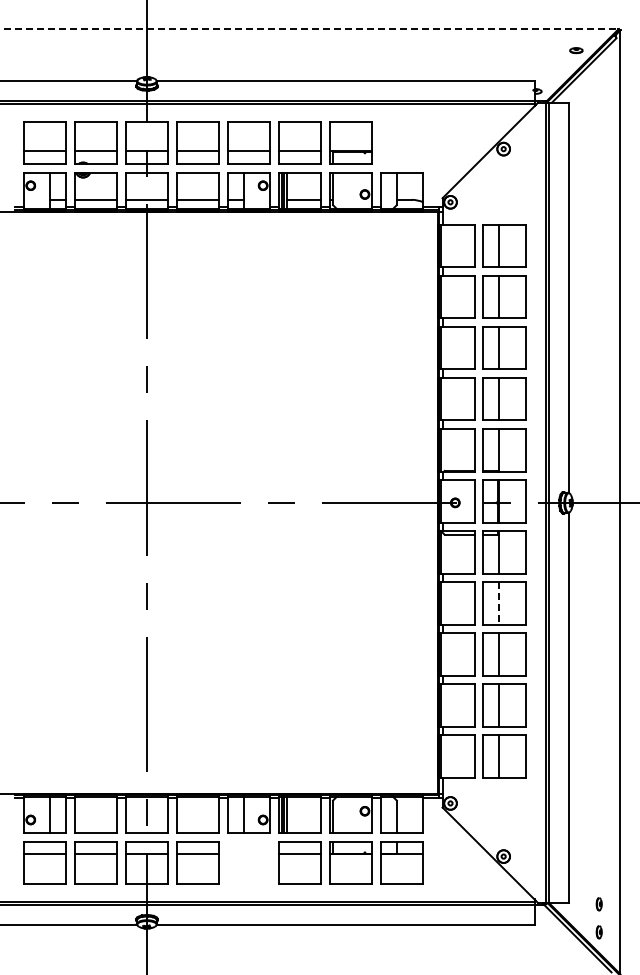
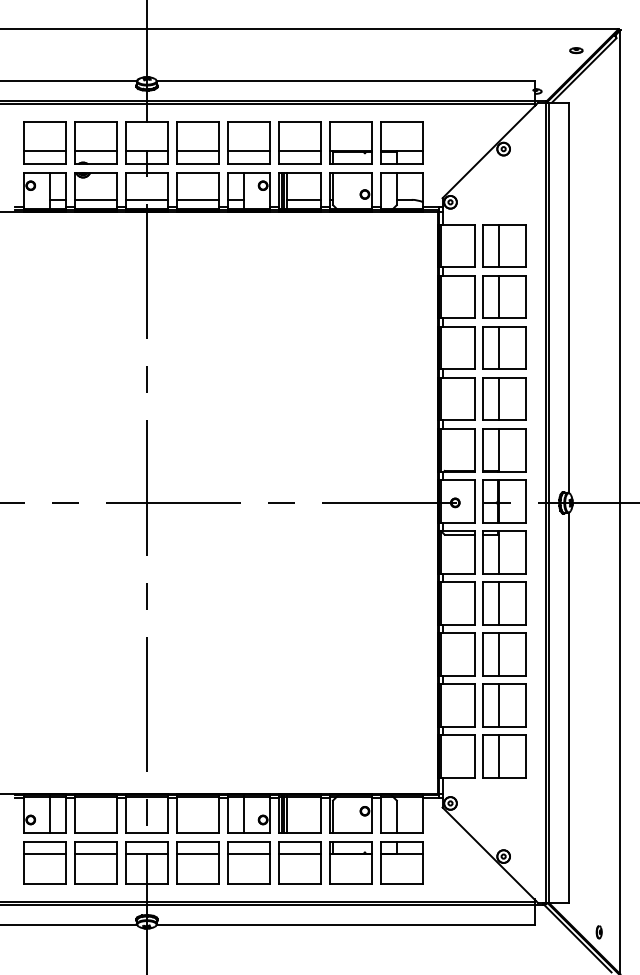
line at (309, 29): dashed -> solid
part at (401, 142): none -> present
line at (498, 603): dashed -> solid
part at (248, 862): none -> present
part at (598, 904): present -> none
